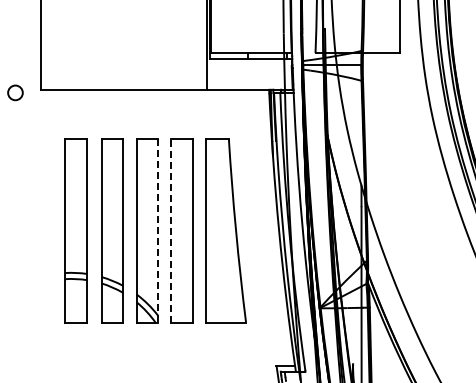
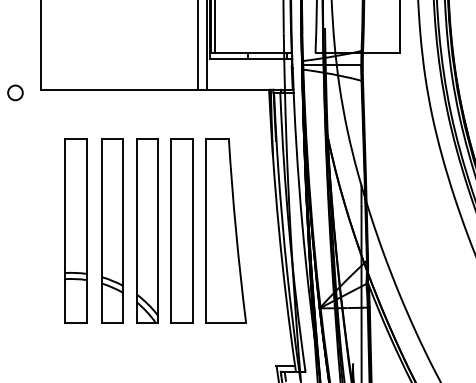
line at (214, 27): none -> present
line at (197, 45): none -> present
line at (157, 230): dashed -> solid
line at (171, 230): dashed -> solid
